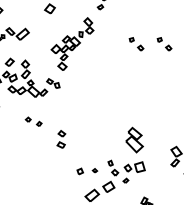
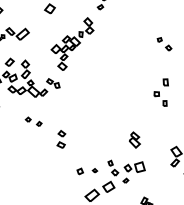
part at (136, 44): present -> none
part at (160, 92): none -> present
part at (134, 139) size: 19x28 px -> 12x18 px
